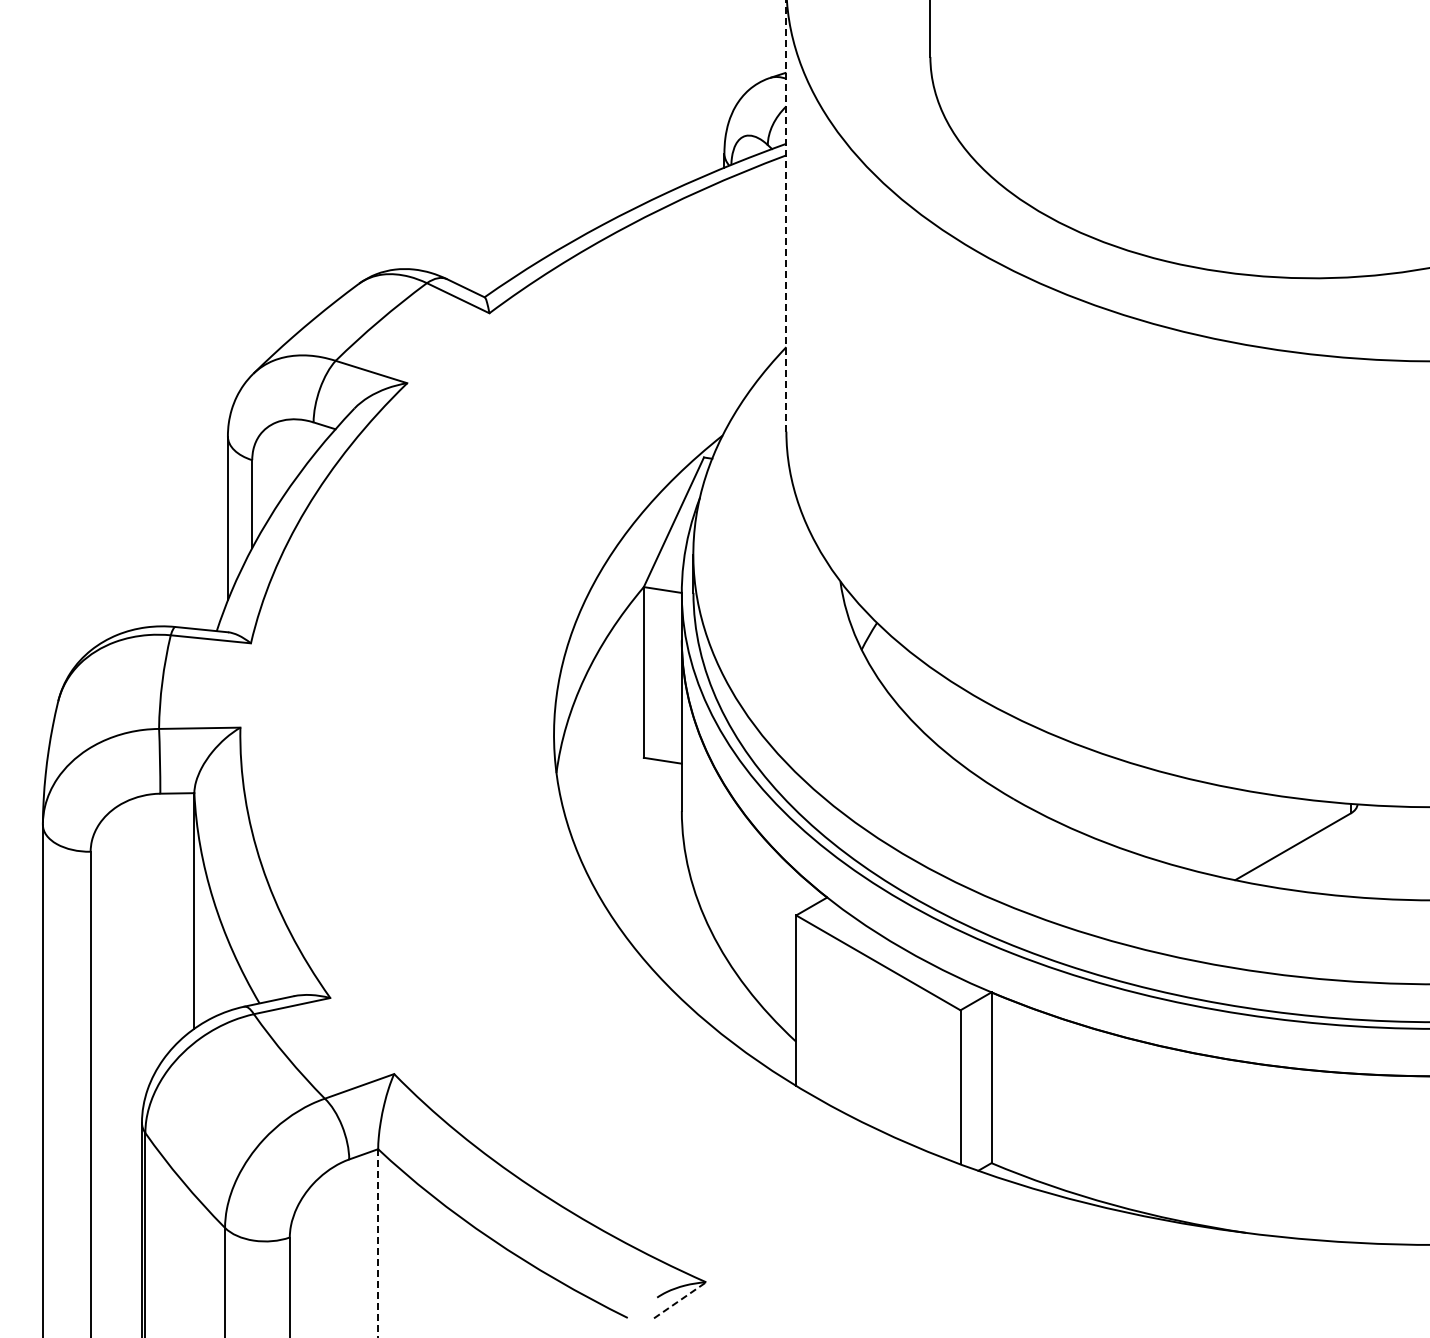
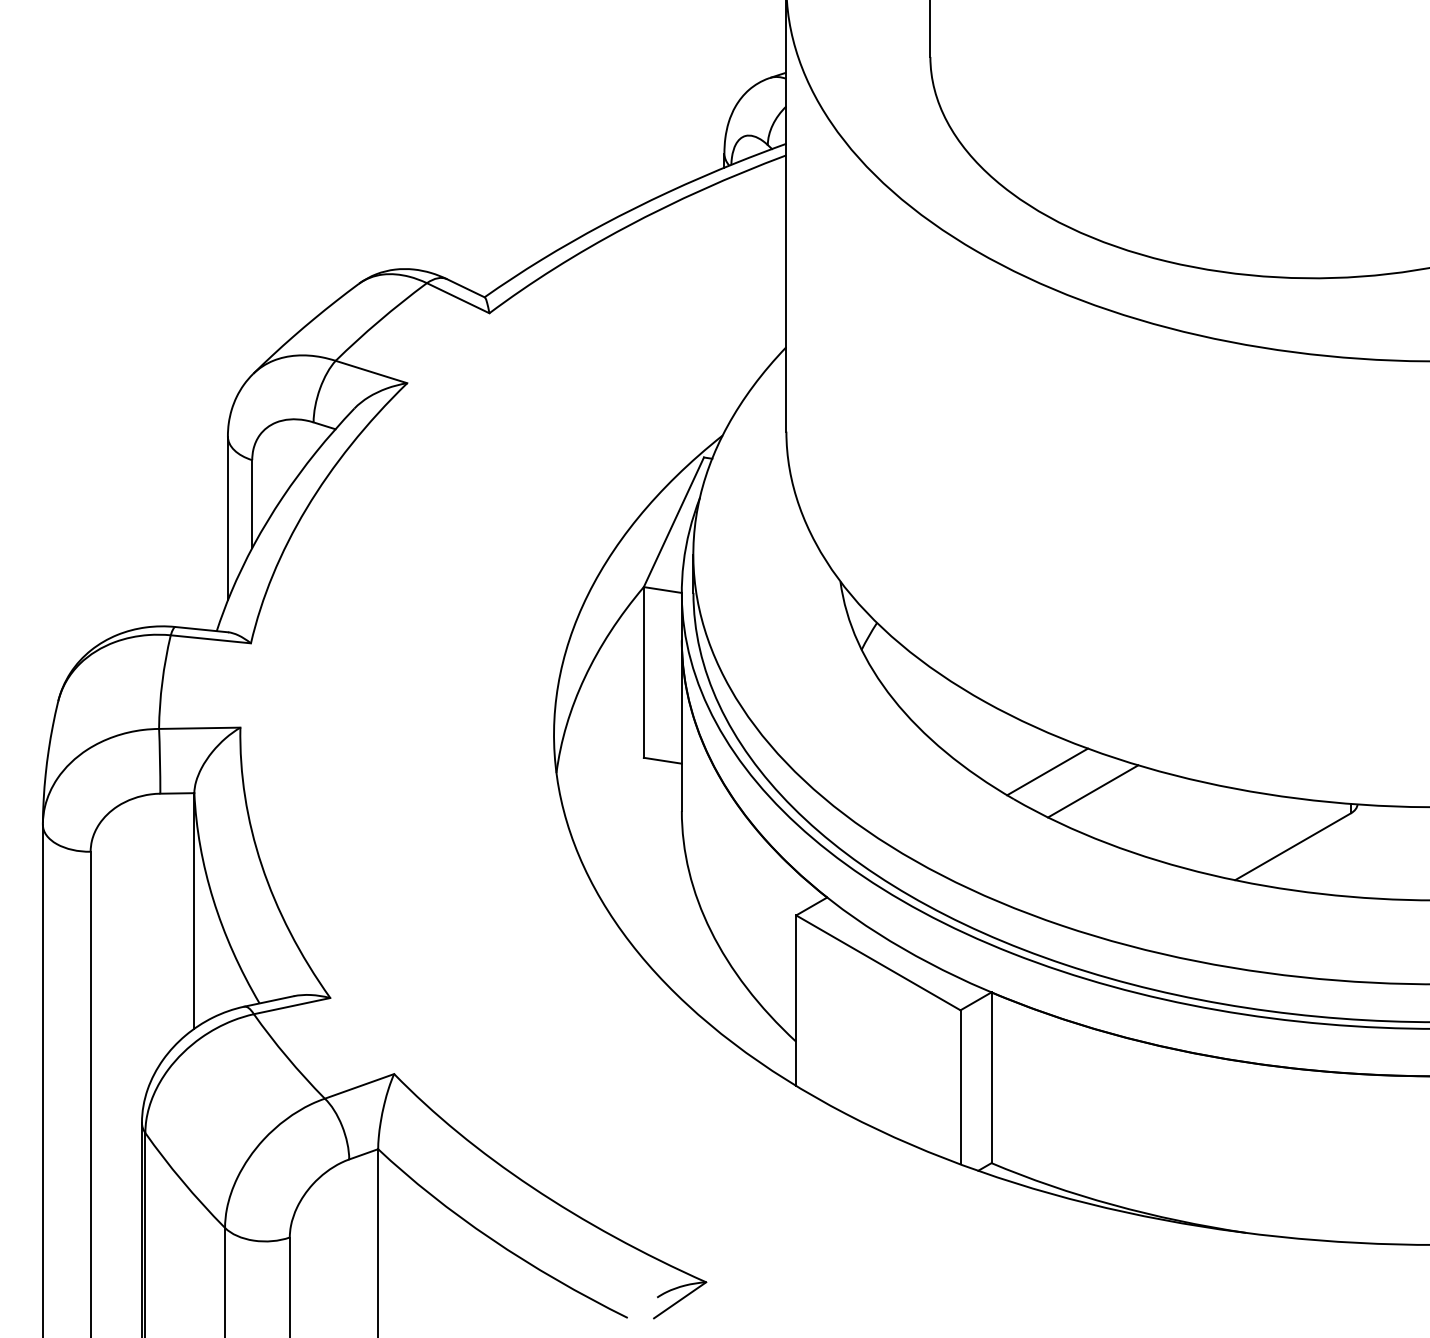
line at (786, 215): dashed -> solid
line at (1047, 771): none -> present
line at (1093, 791): none -> present
line at (378, 1243): dashed -> solid
line at (680, 1300): dashed -> solid
